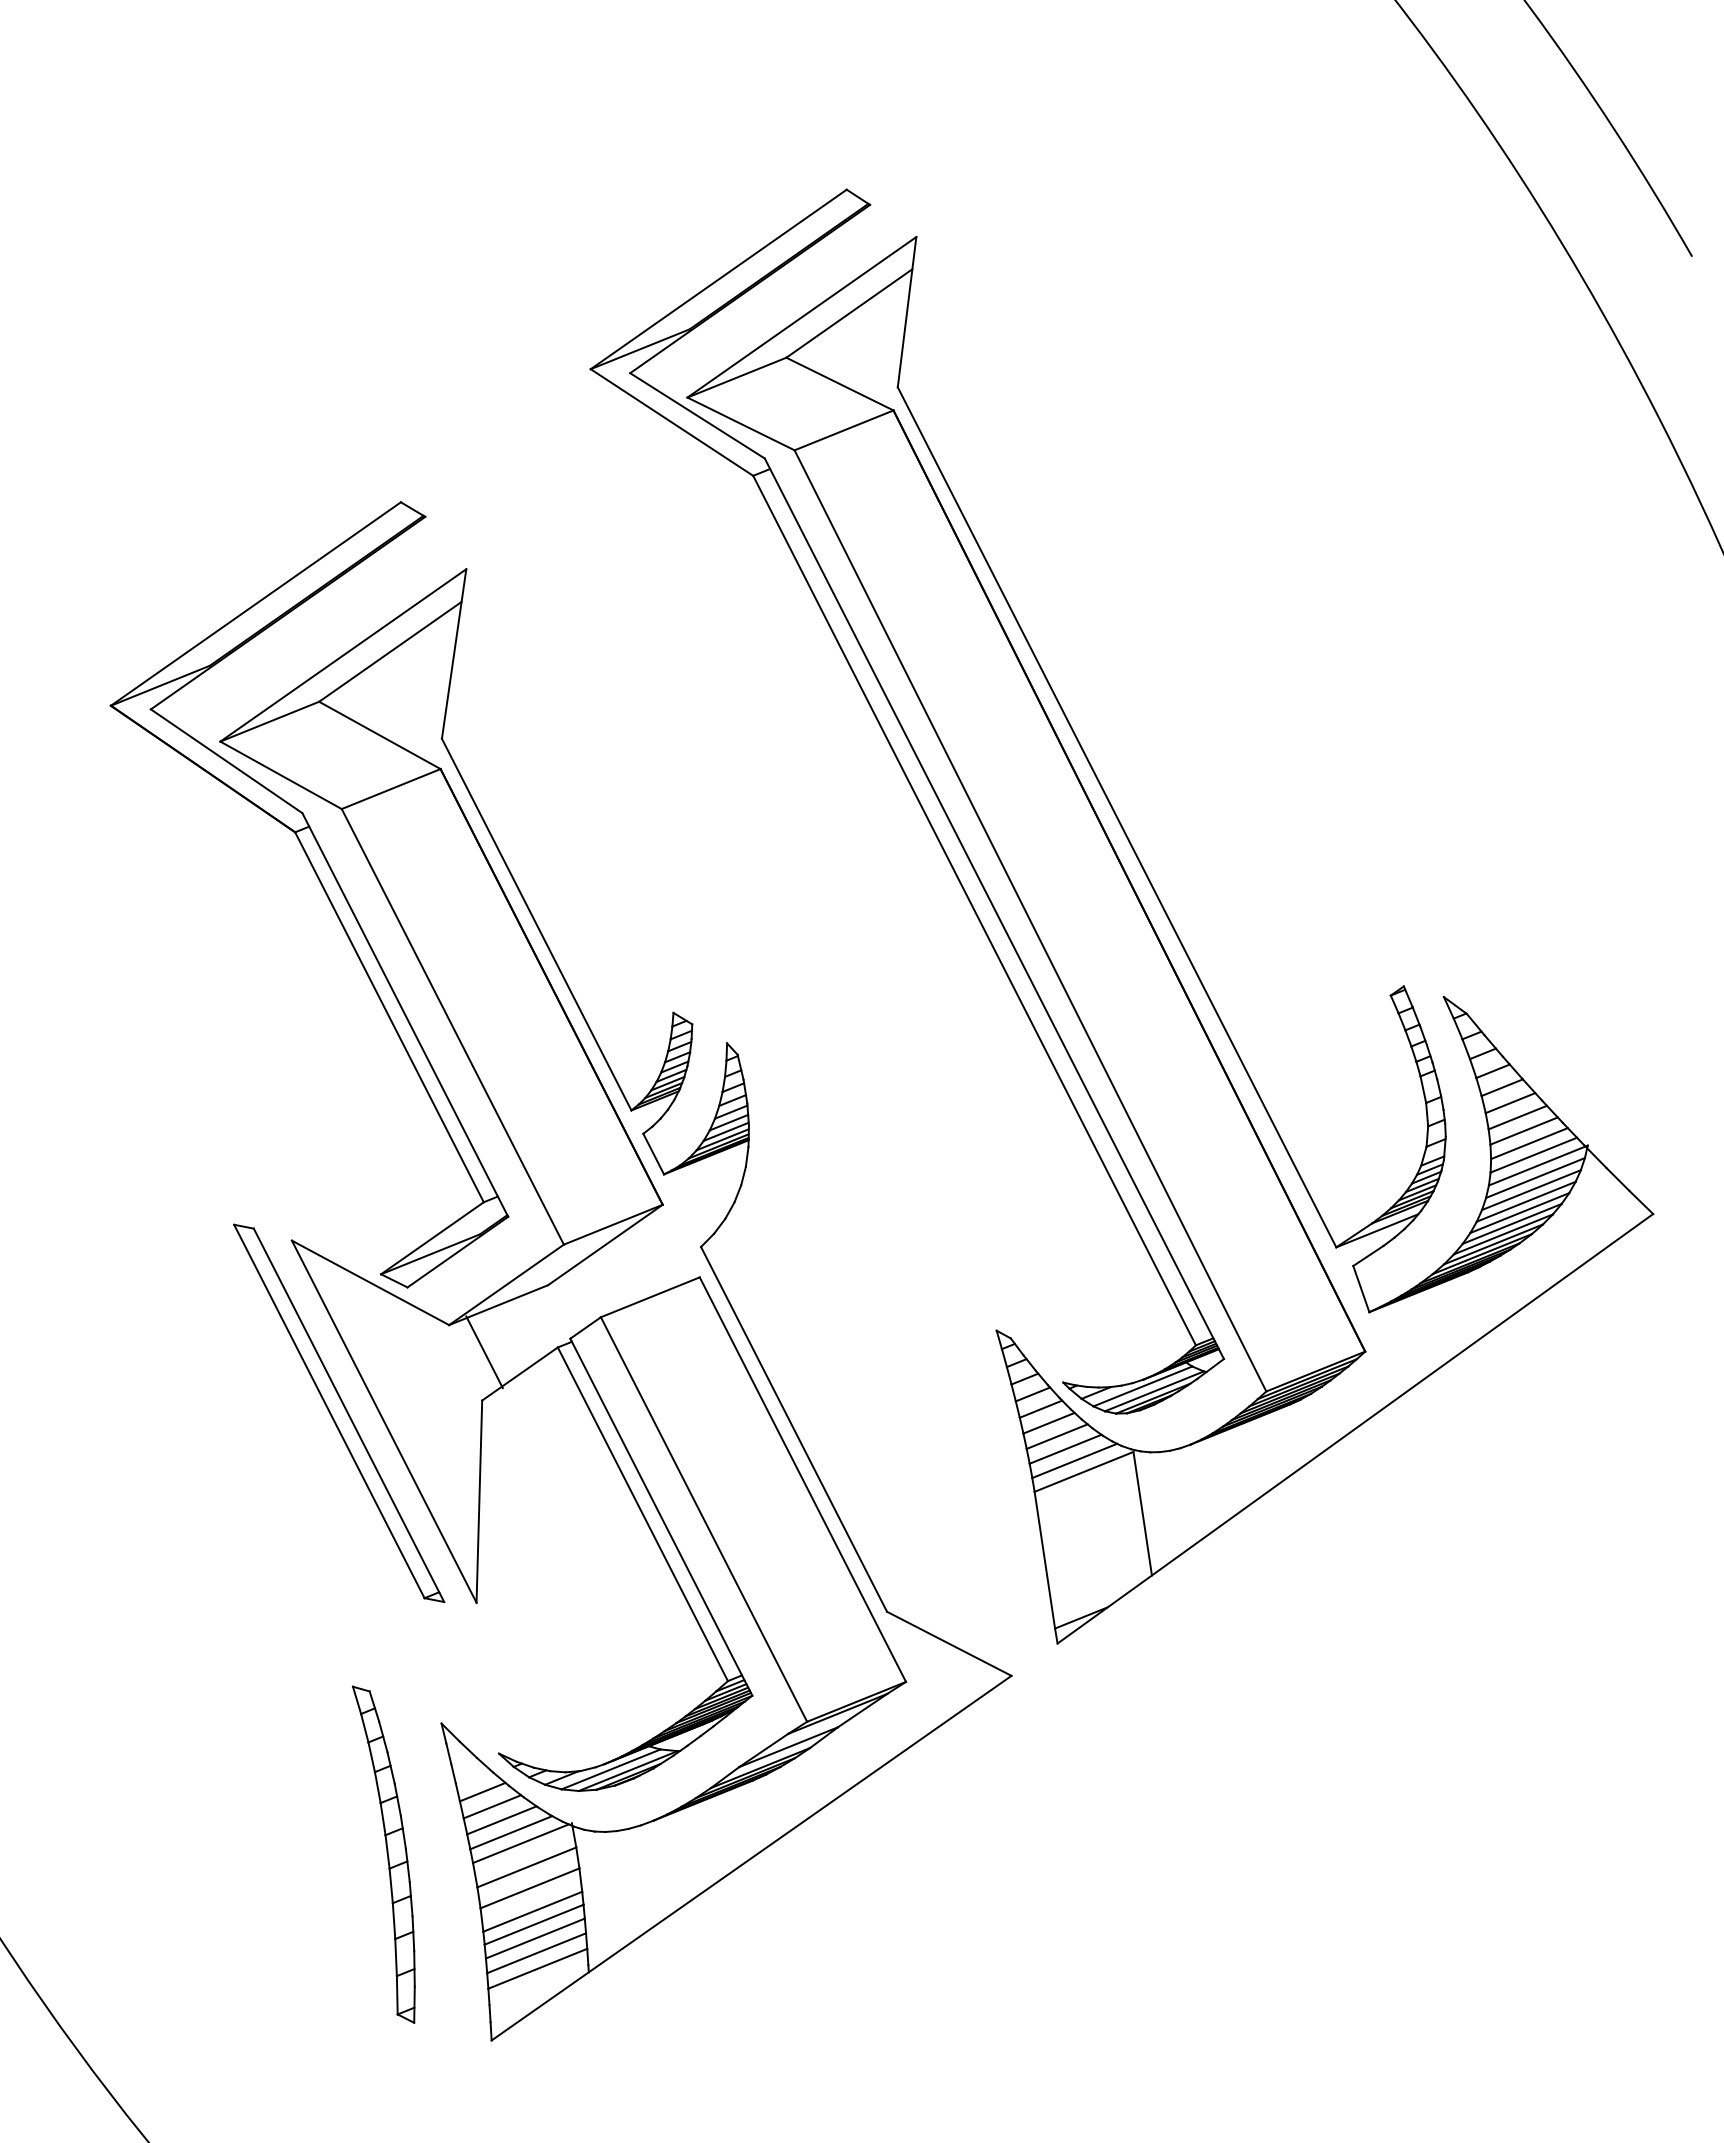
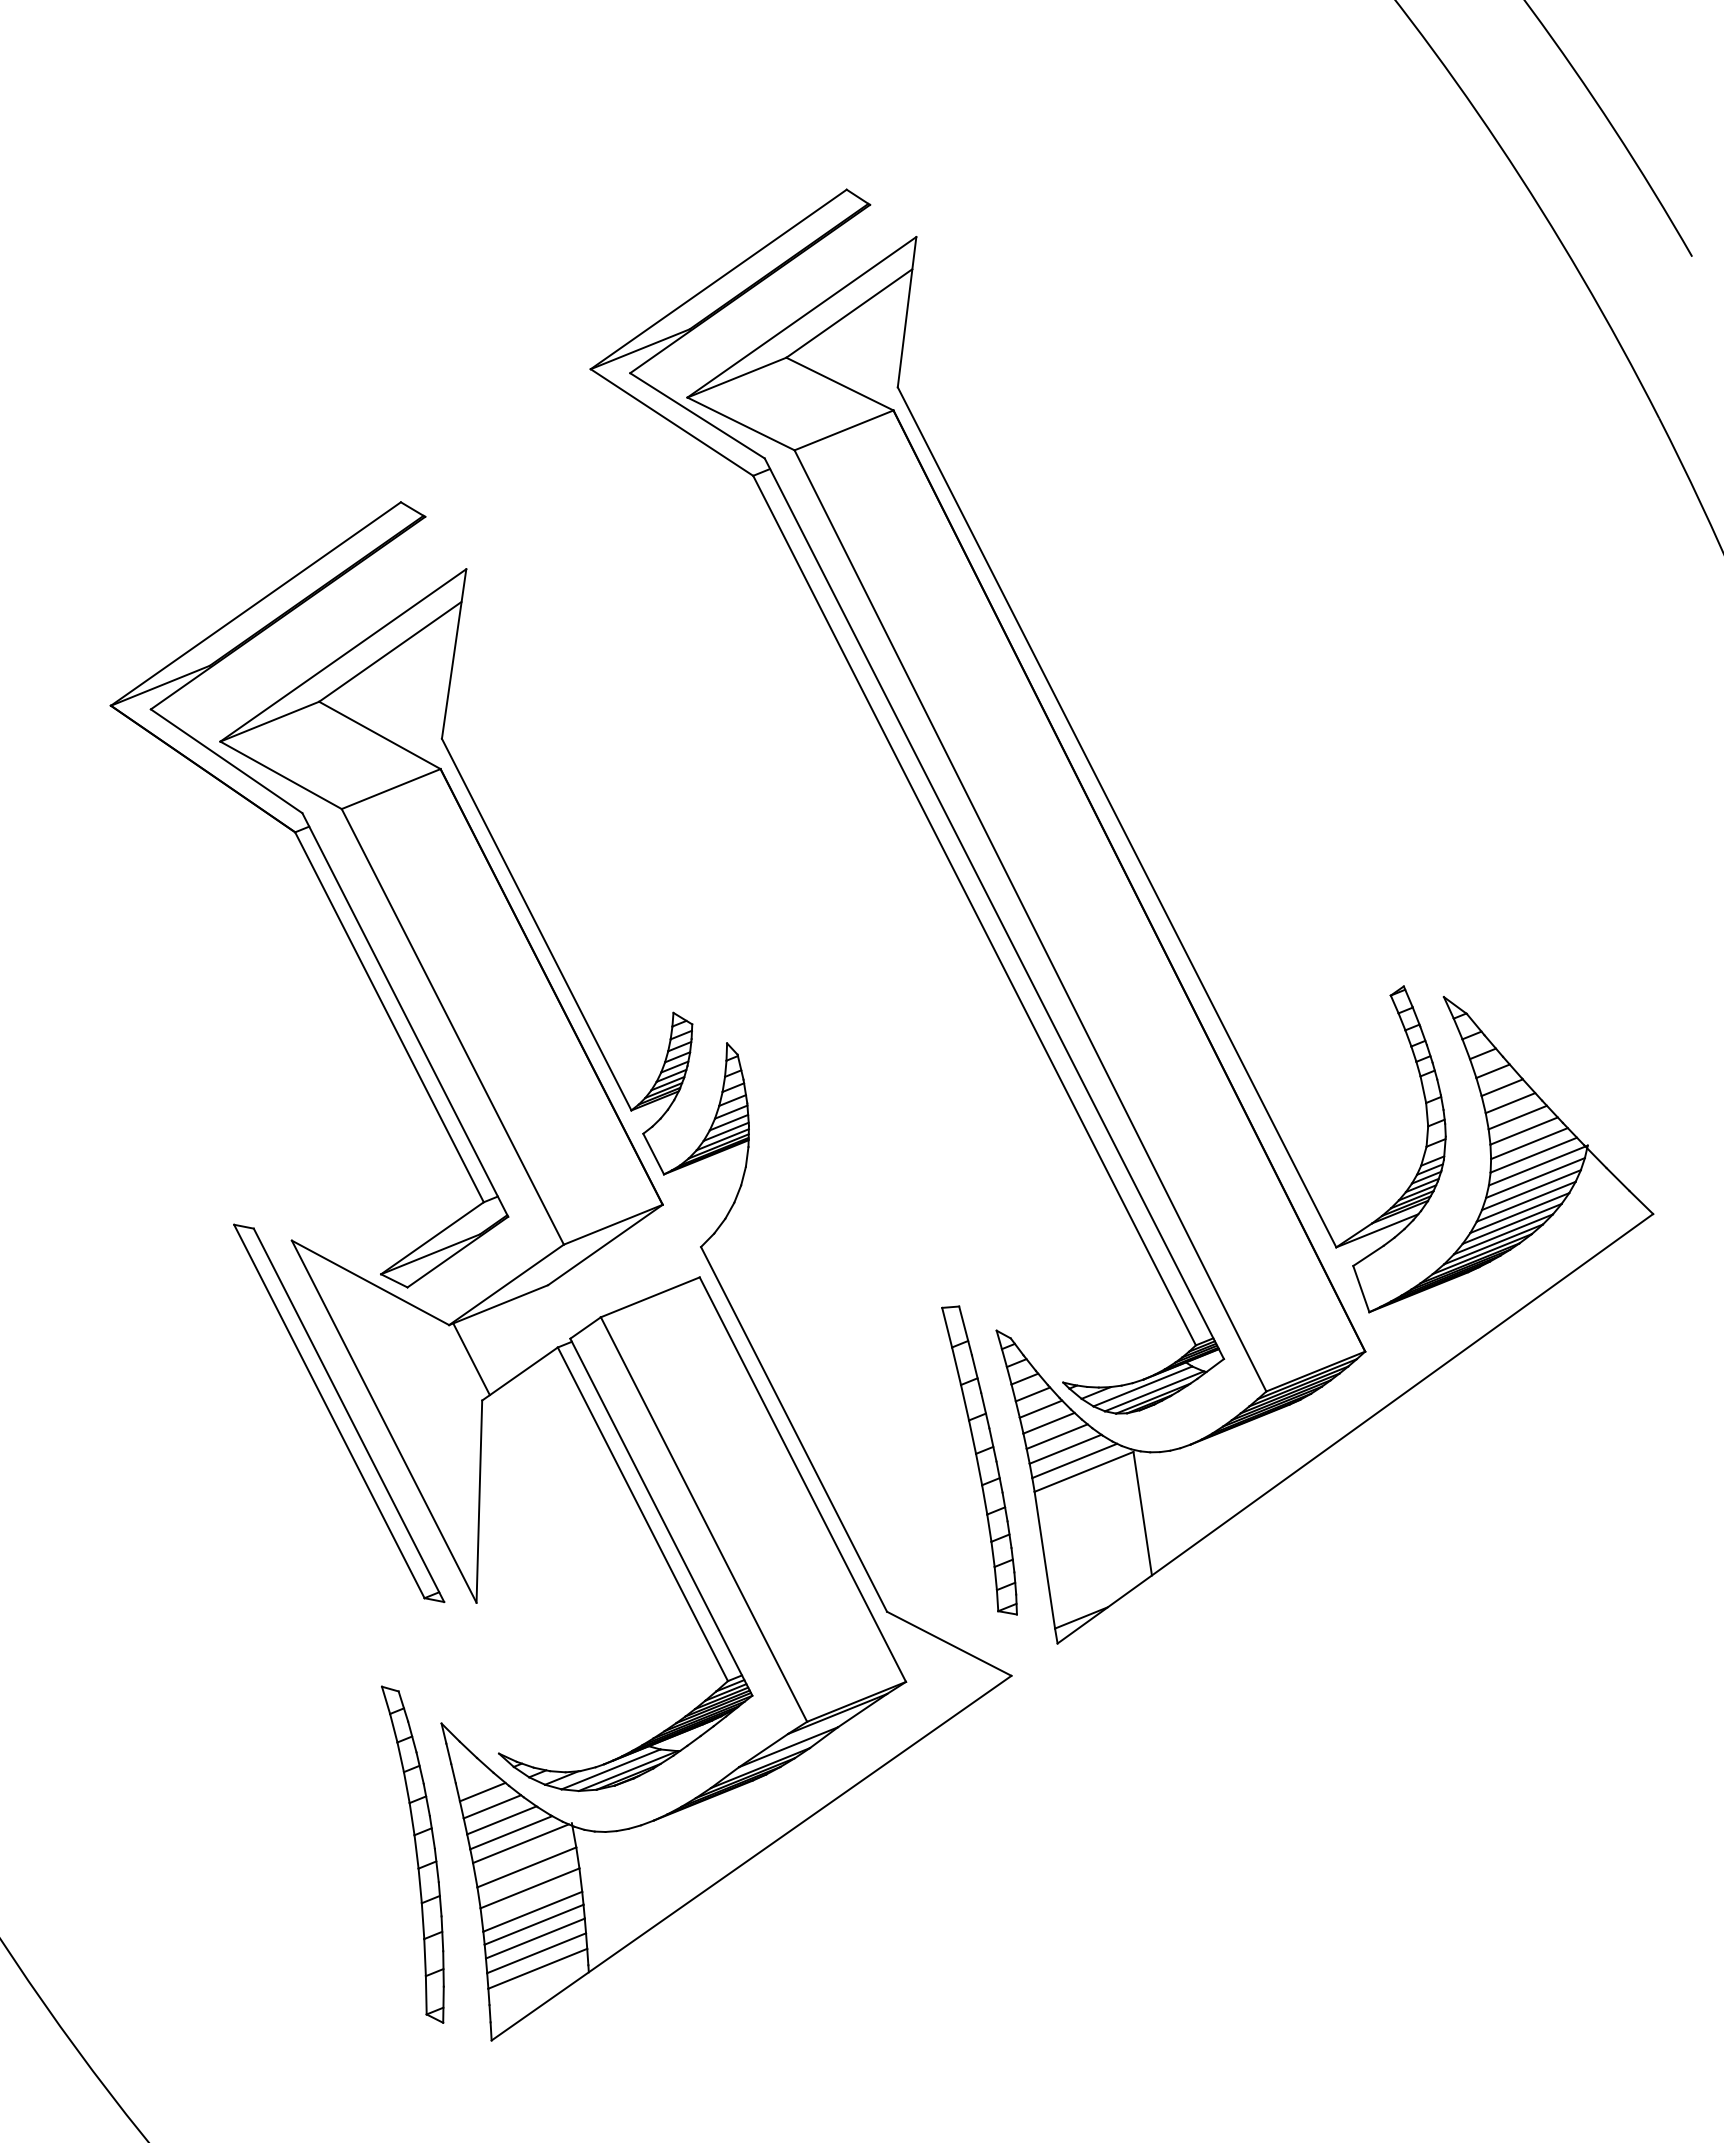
line at (484, 1352) position: (484, 1352) -> (471, 1359)
part at (979, 1460): none -> present
part at (383, 1854) position: (383, 1854) -> (412, 1854)
